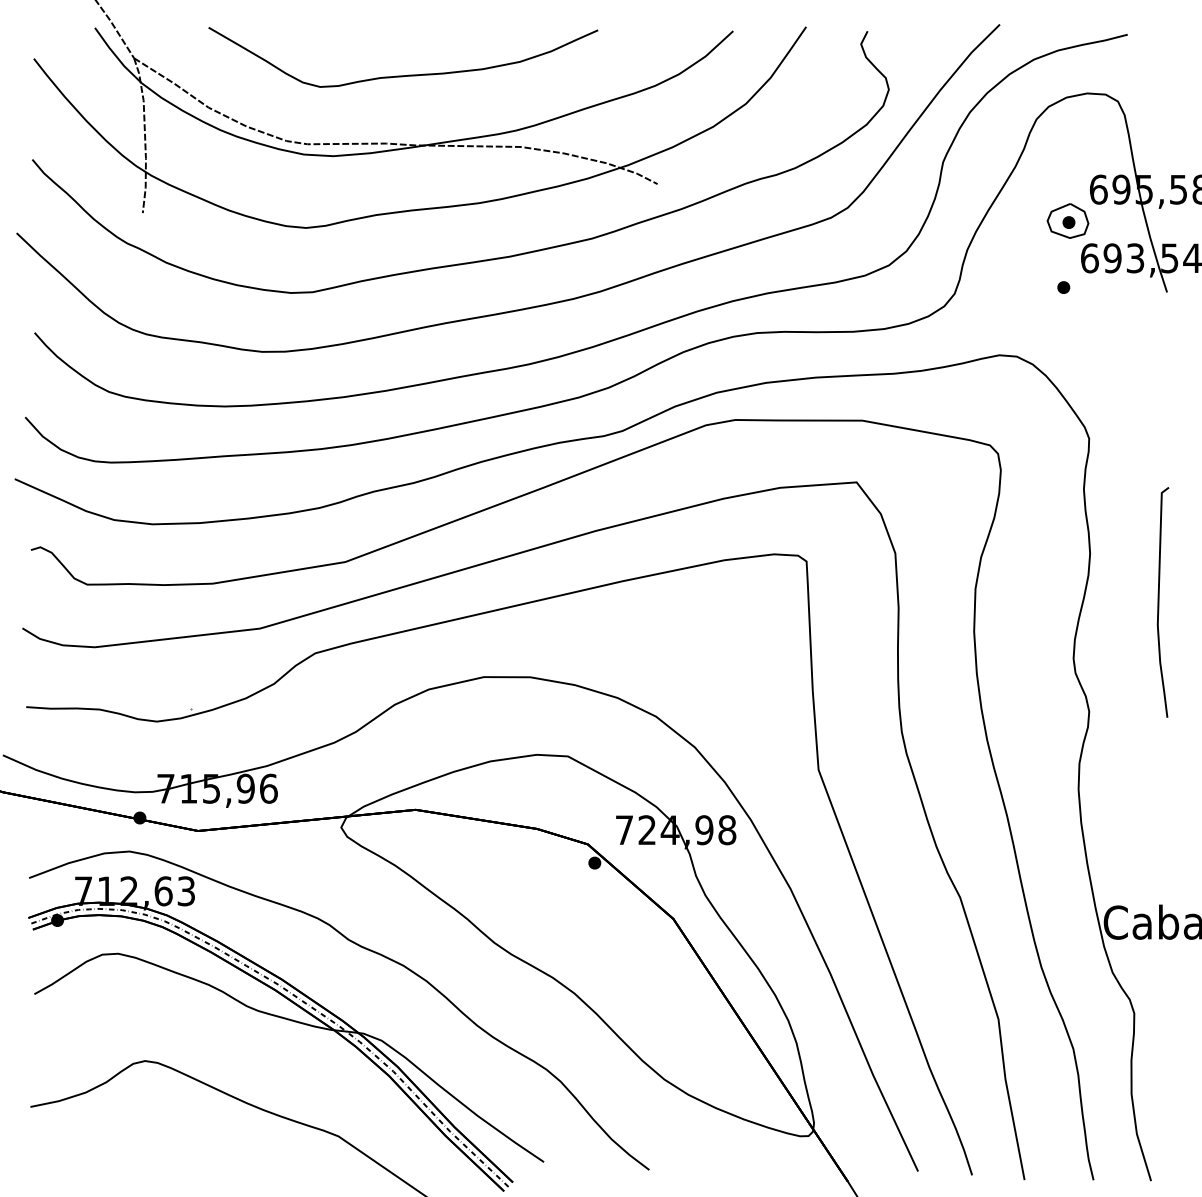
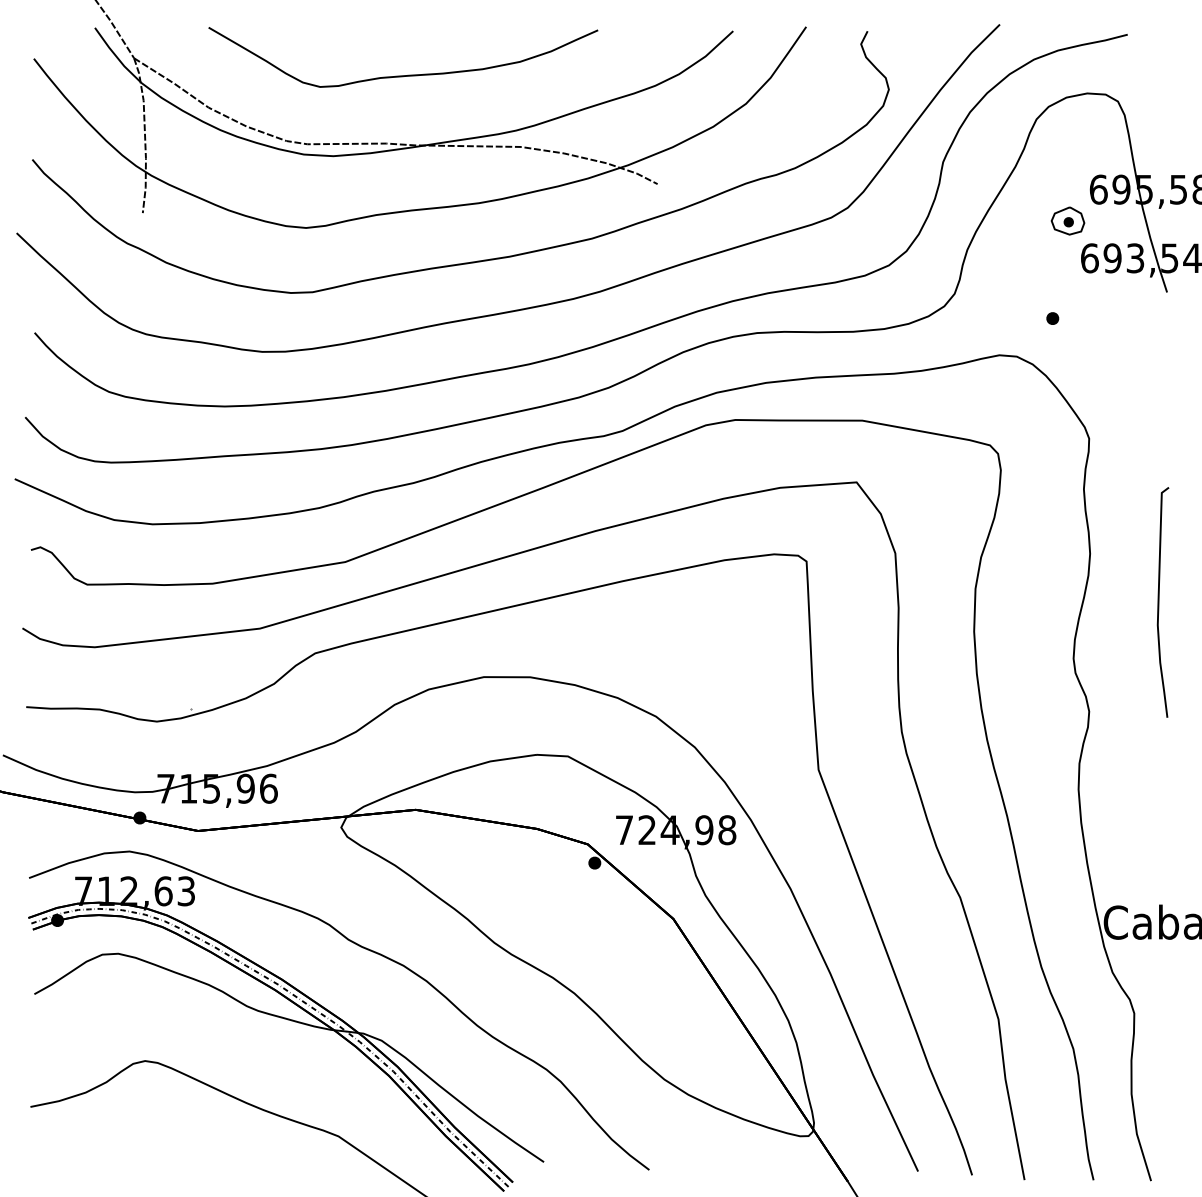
part at (1067, 220) size: 44x36 px -> 36x30 px
part at (1063, 287) position: (1063, 287) -> (1052, 318)
